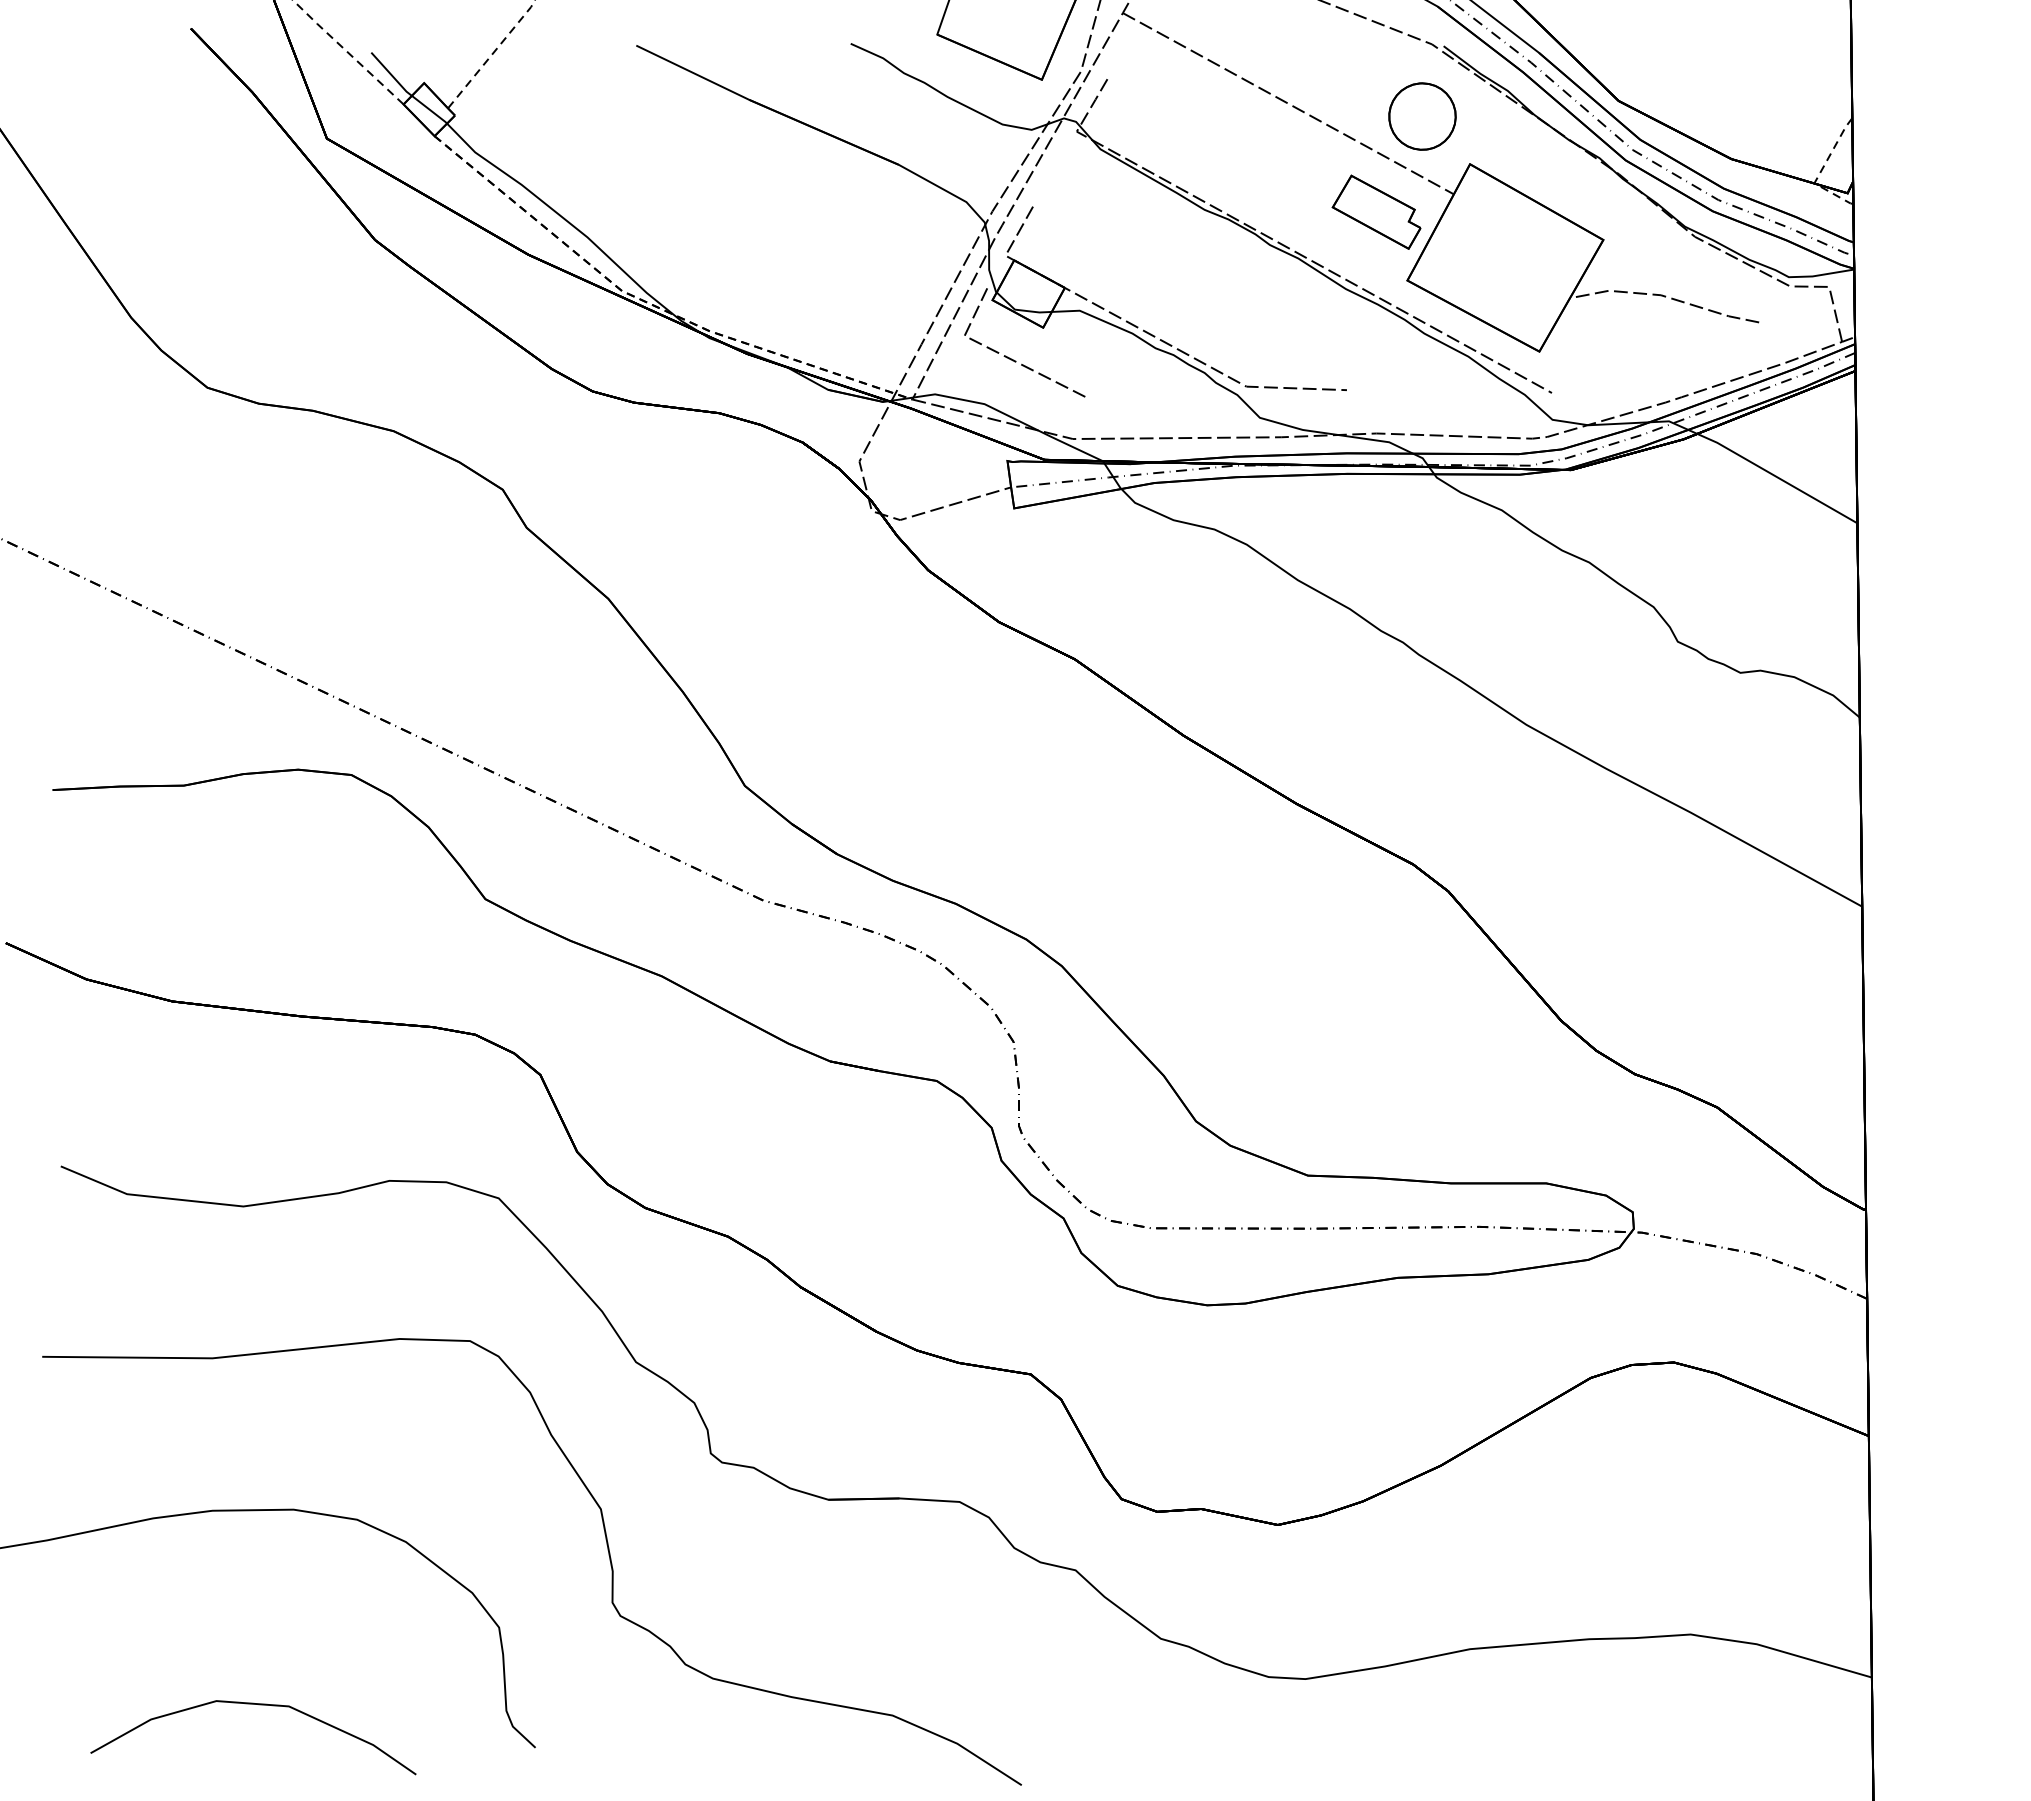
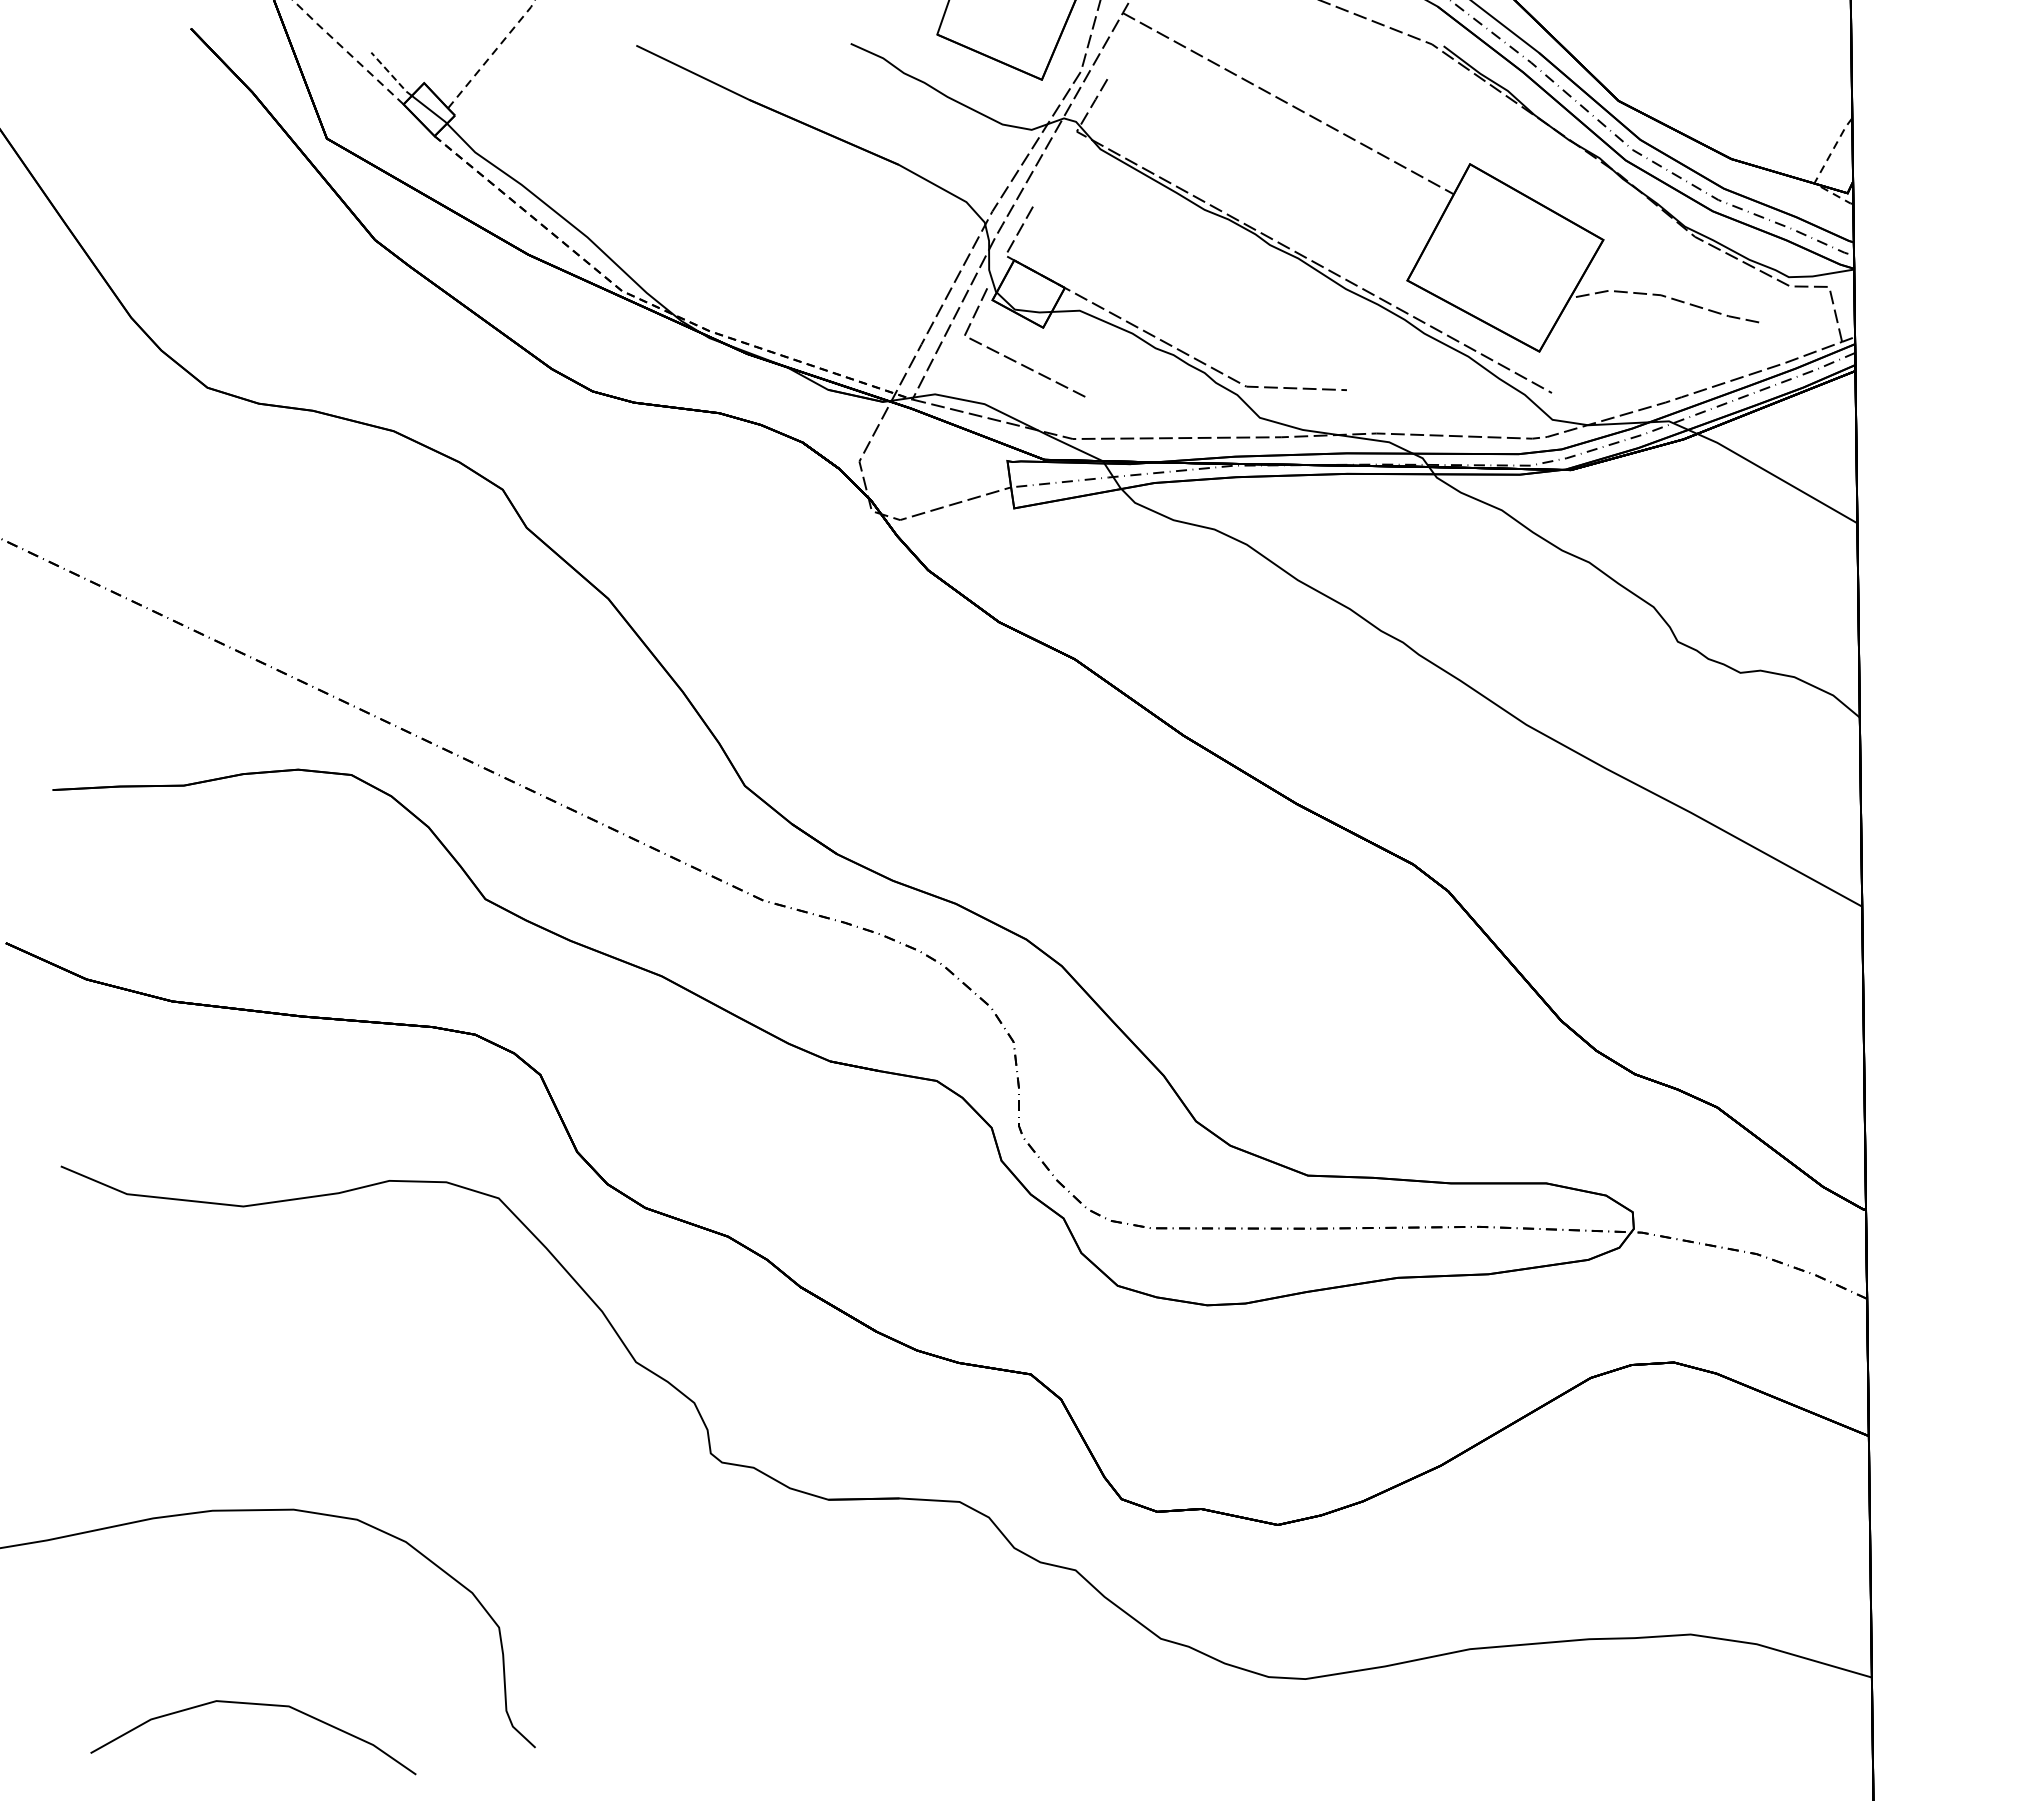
line at (391, 74): solid -> dashed
part at (1422, 116): present -> none
part at (1376, 211): present -> none
curve at (606, 1545): present -> none
